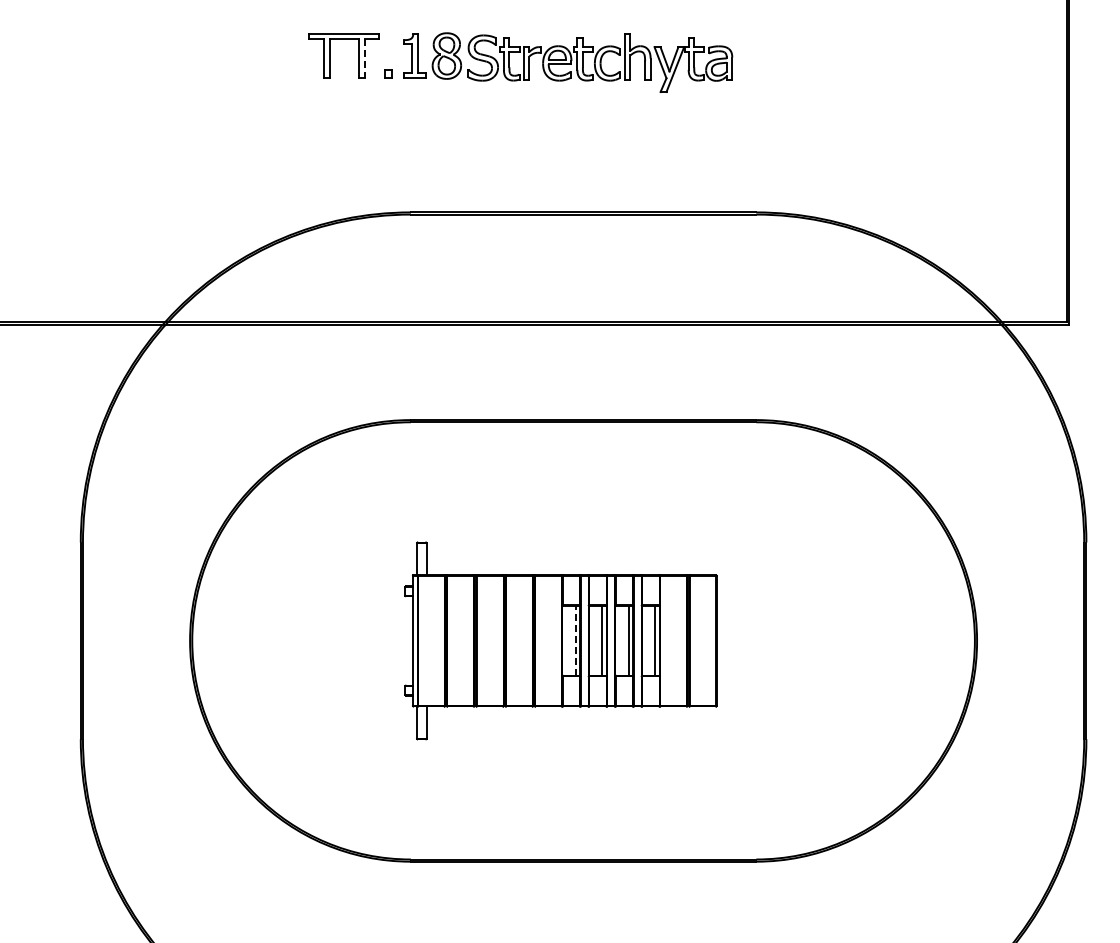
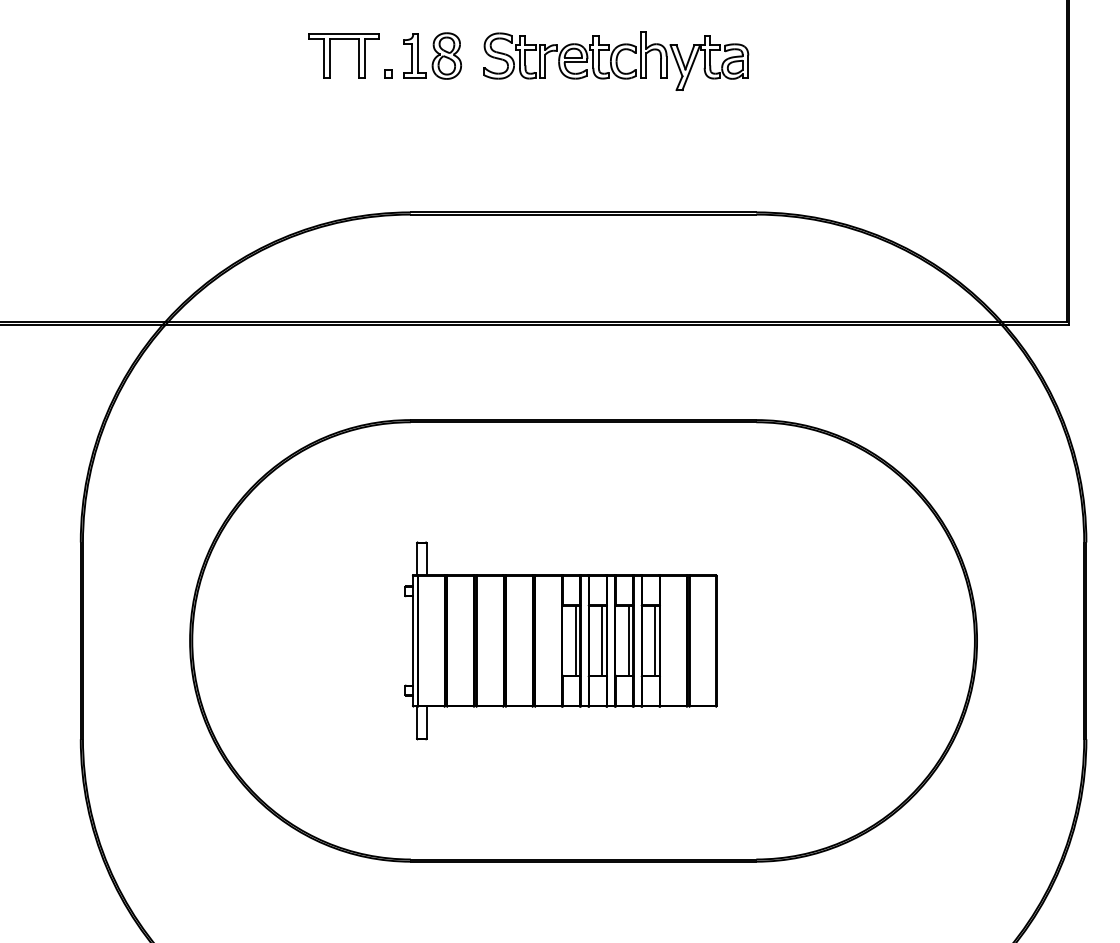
line at (364, 59): dashed -> solid
part at (600, 62) position: (600, 62) -> (616, 60)
line at (575, 640): dashed -> solid
